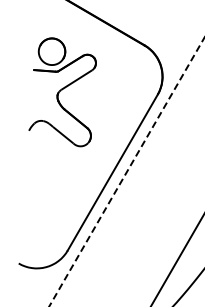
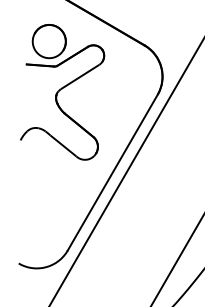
part at (62, 92) size: 69x111 px -> 86x137 px
line at (127, 171): dashed -> solid
